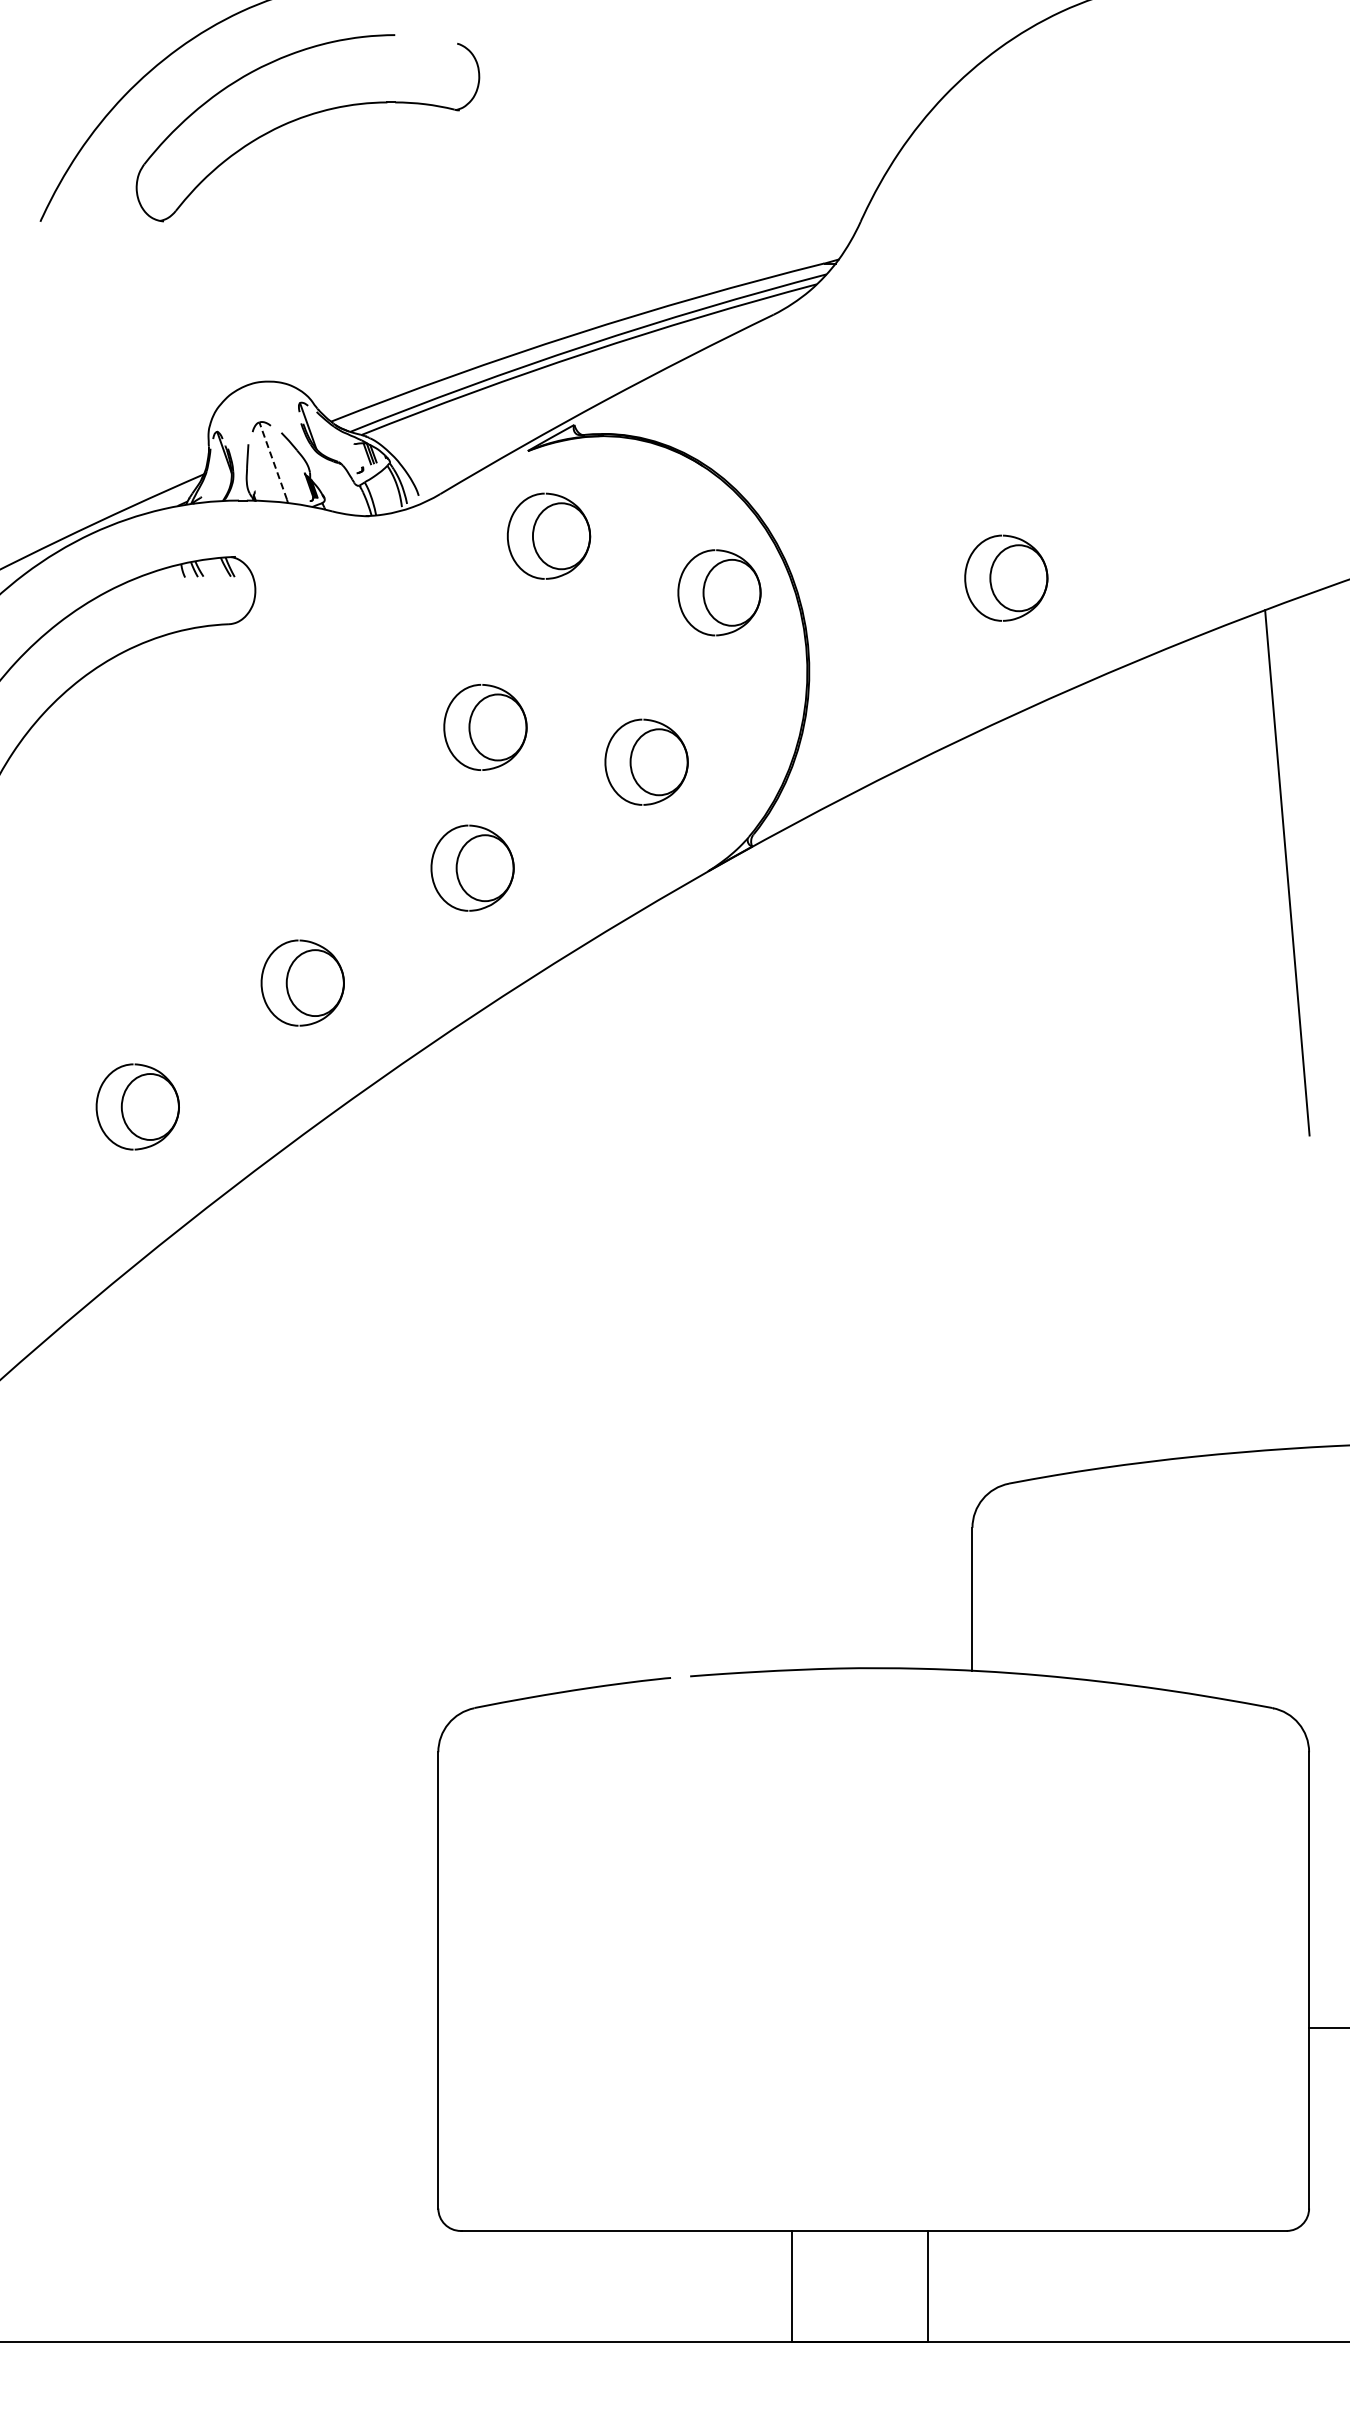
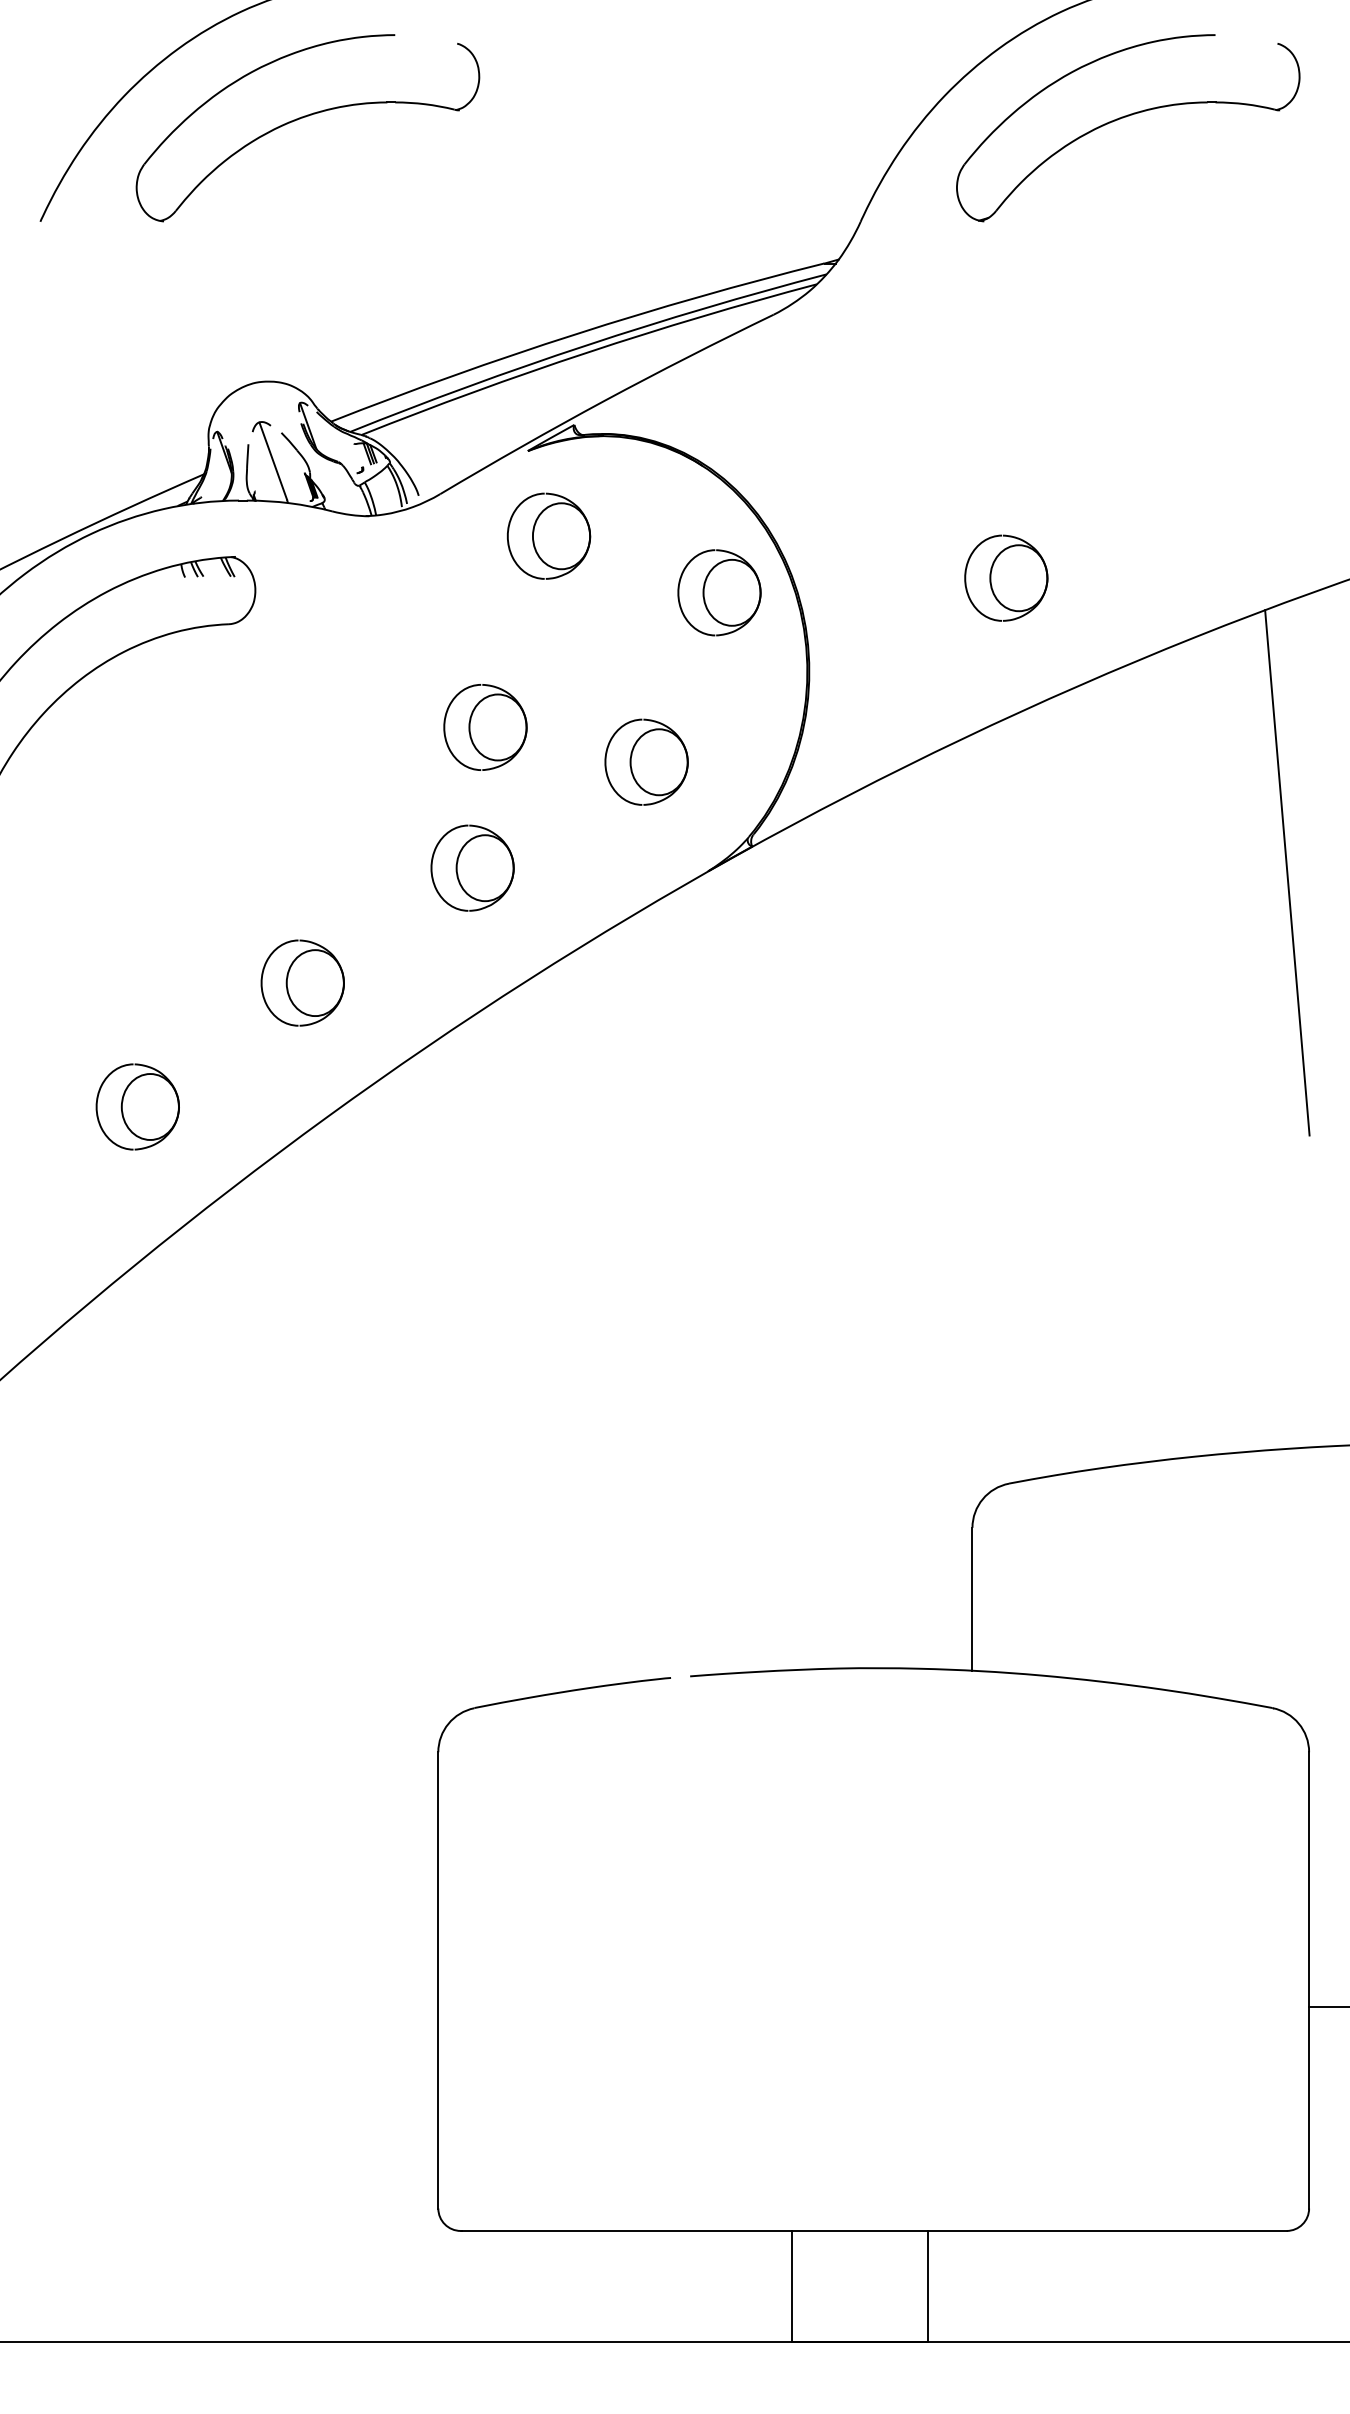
part at (1126, 117): none -> present
line at (273, 461): dashed -> solid
line at (1327, 2027) position: (1327, 2027) -> (1327, 2006)
